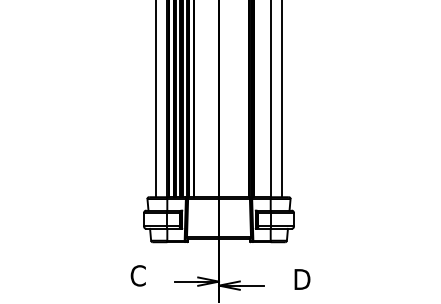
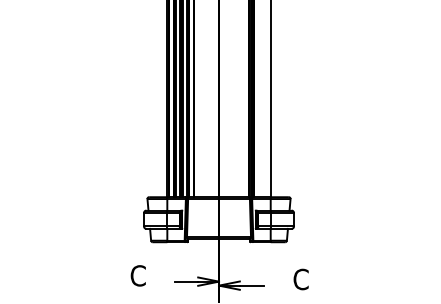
line at (156, 99): present -> none
line at (281, 99): present -> none
text at (301, 279): D -> C
